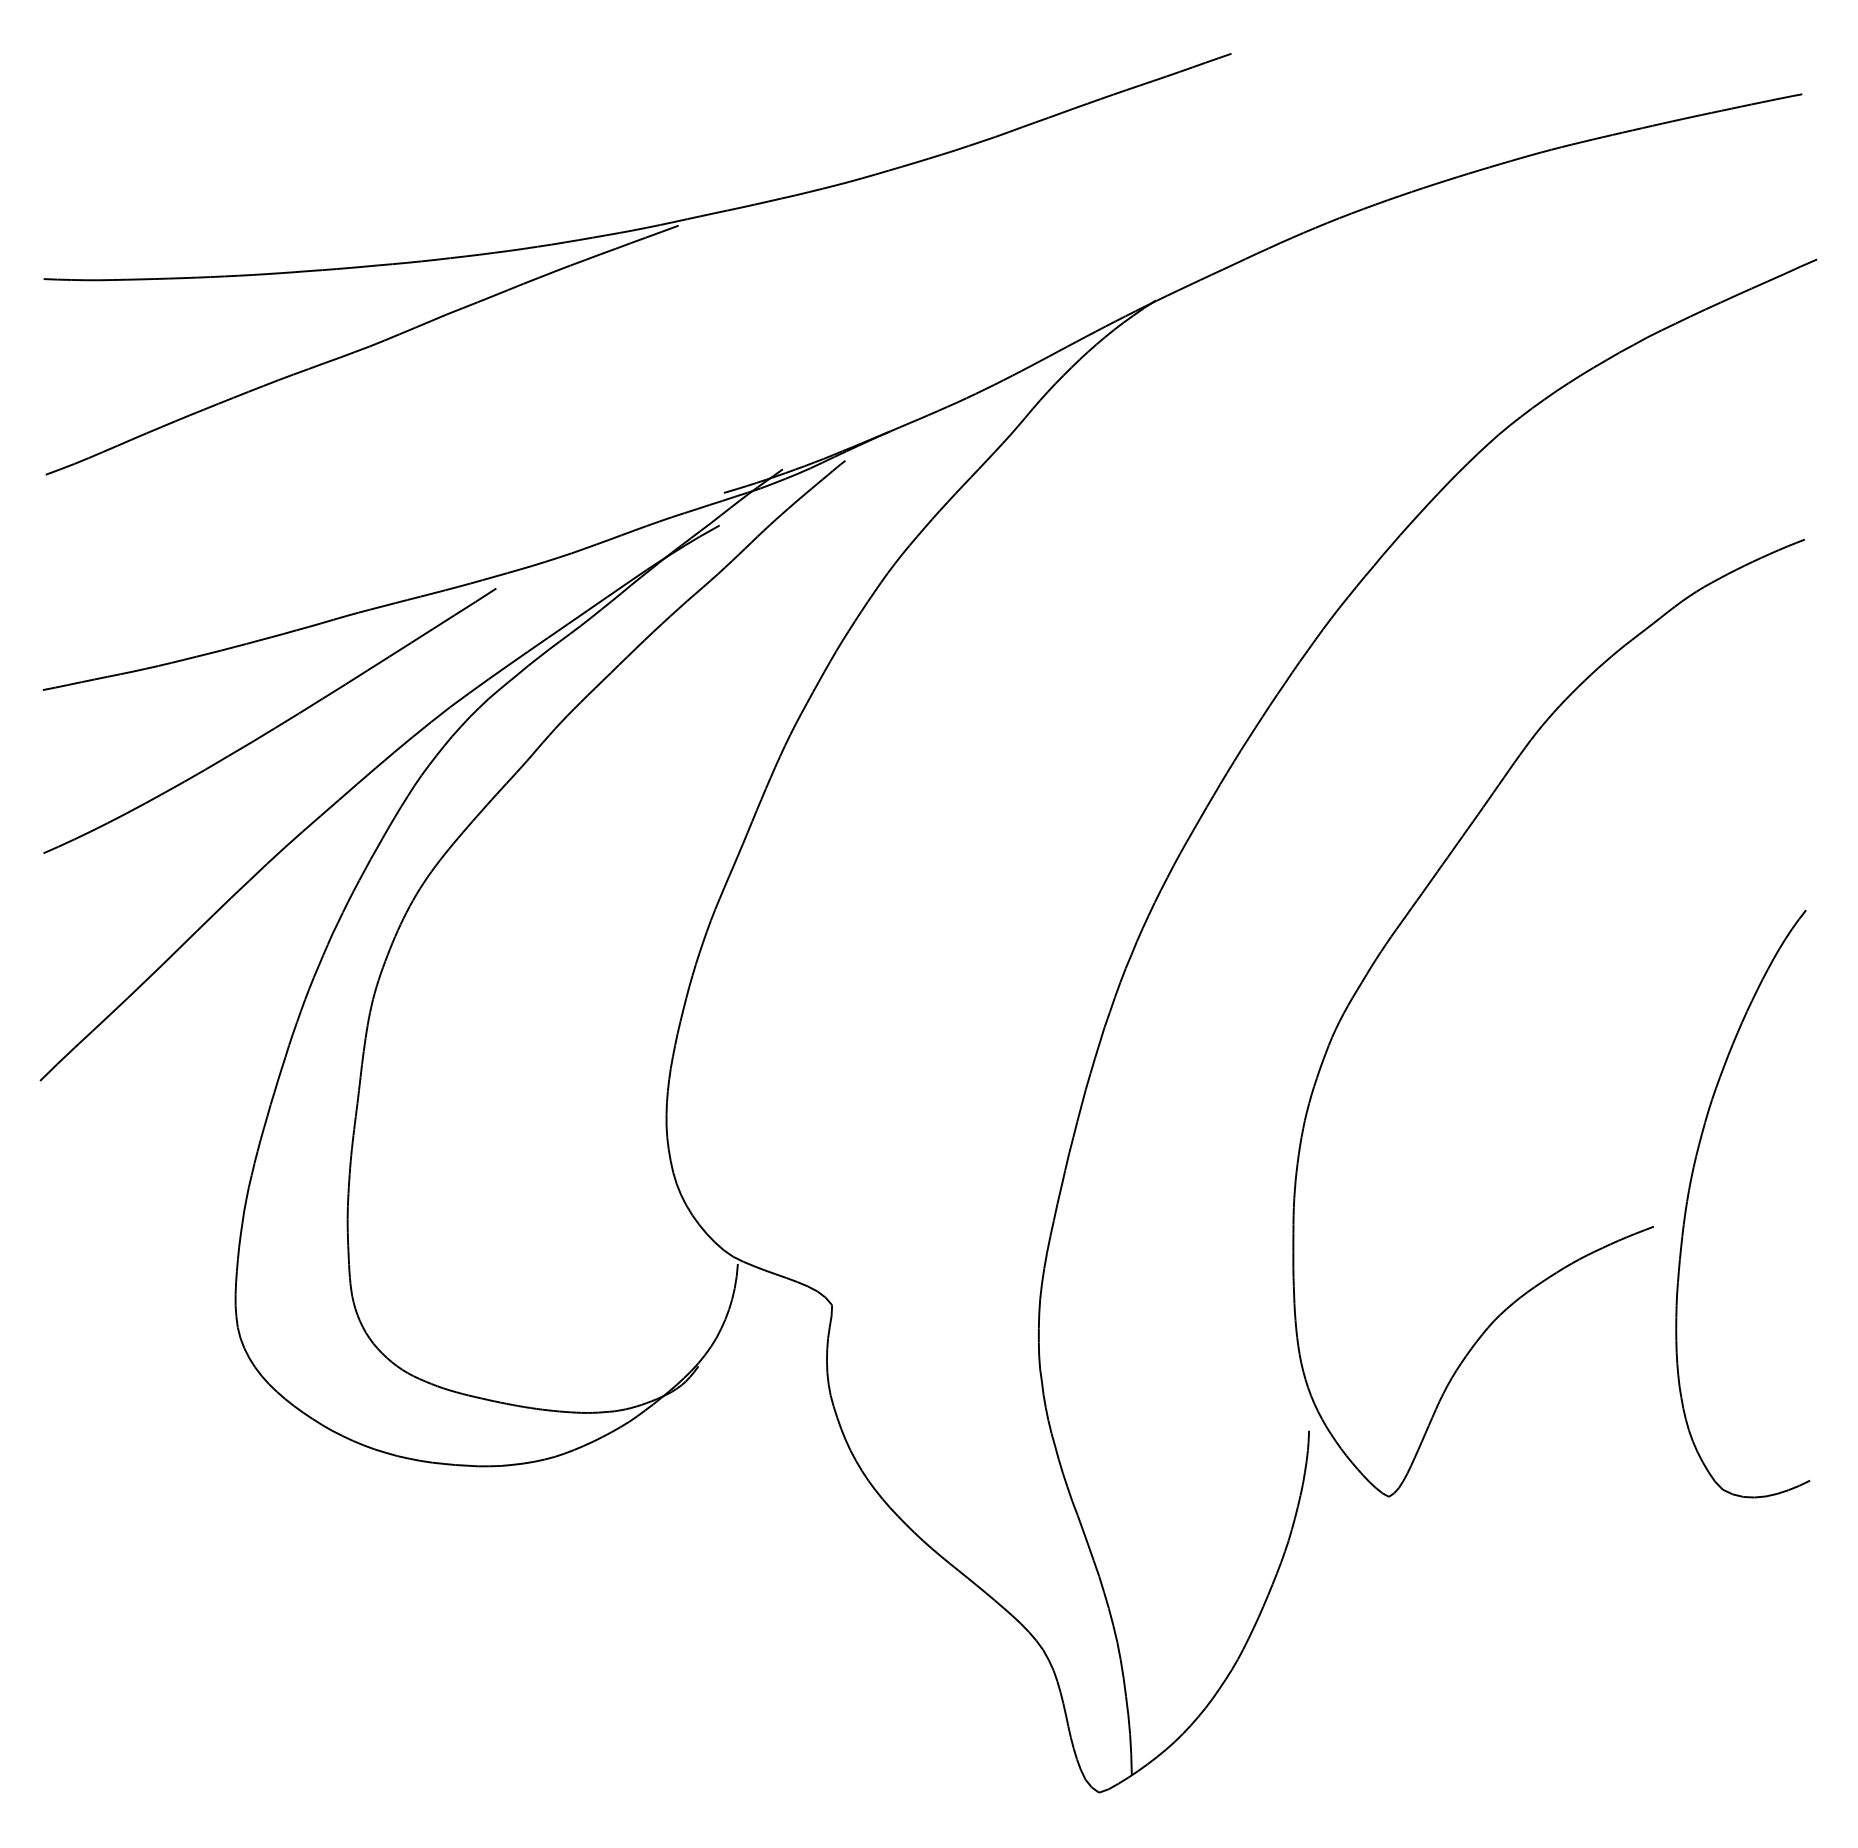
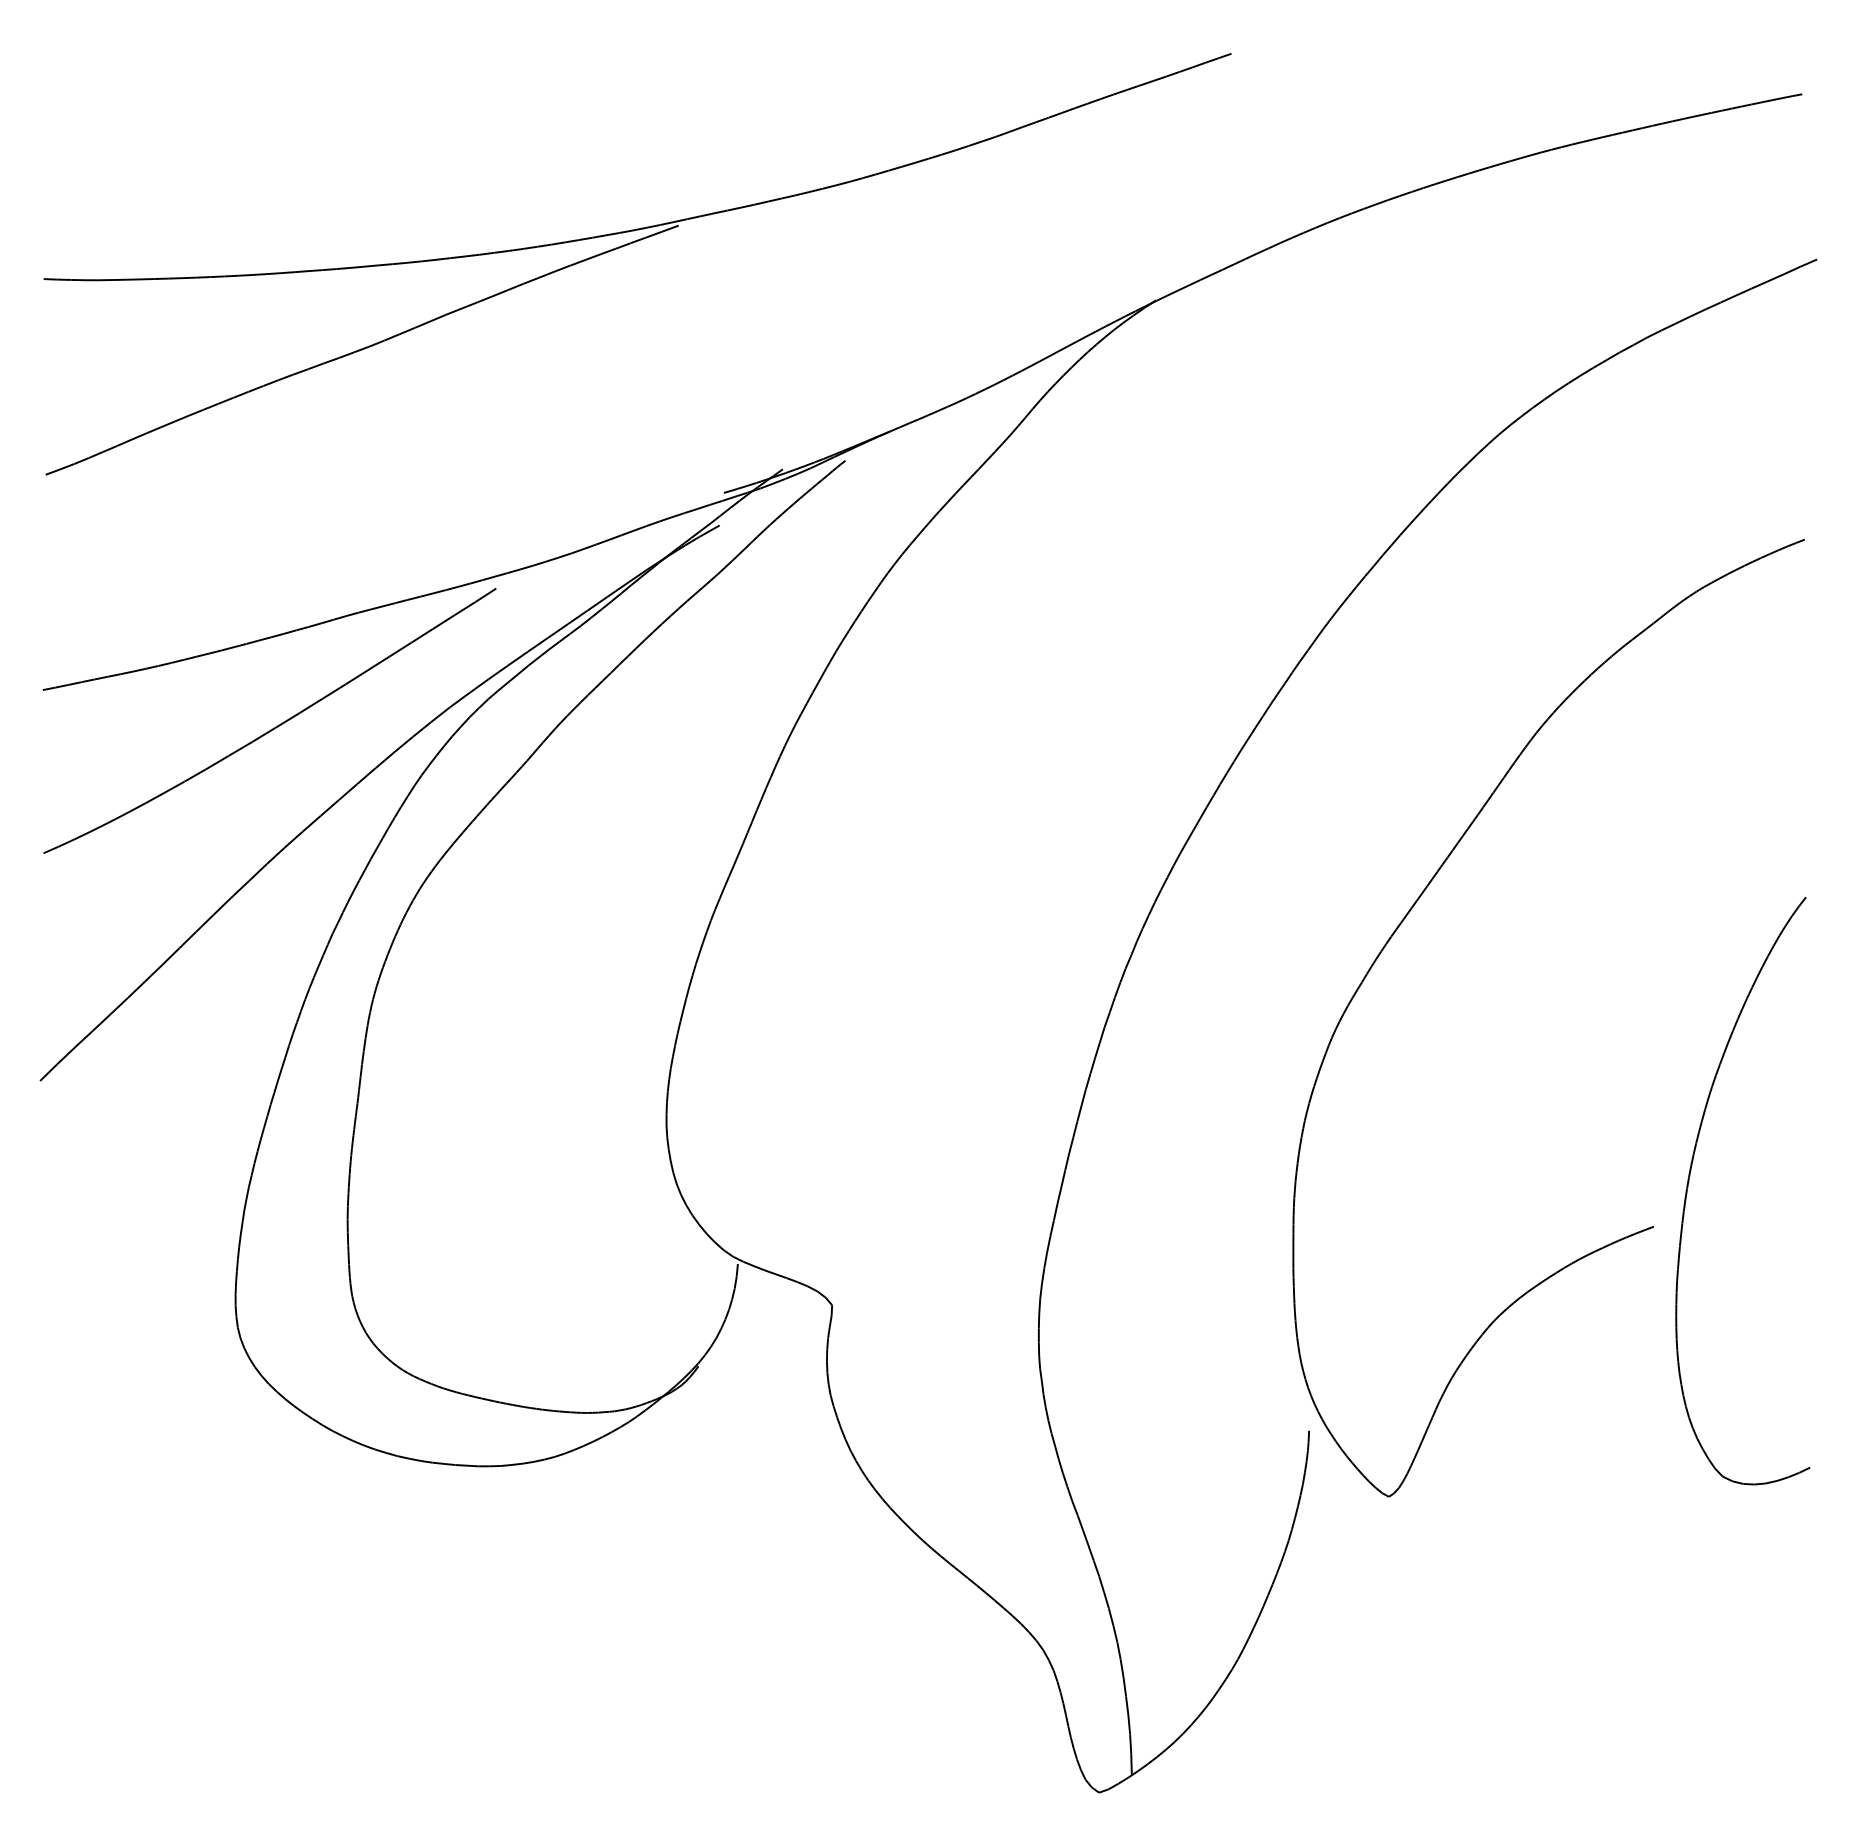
part at (1689, 1195) position: (1689, 1195) -> (1689, 1182)
